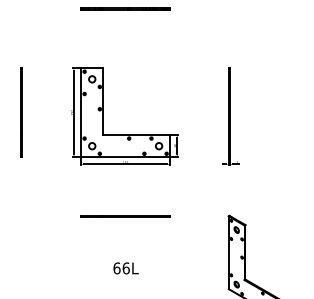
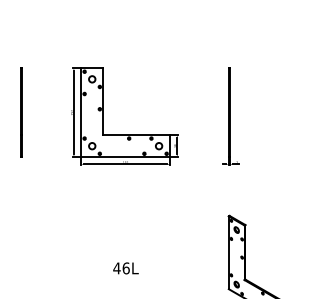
line at (125, 8): present -> none
line at (125, 216): present -> none
text at (116, 268): 66L -> 46L
